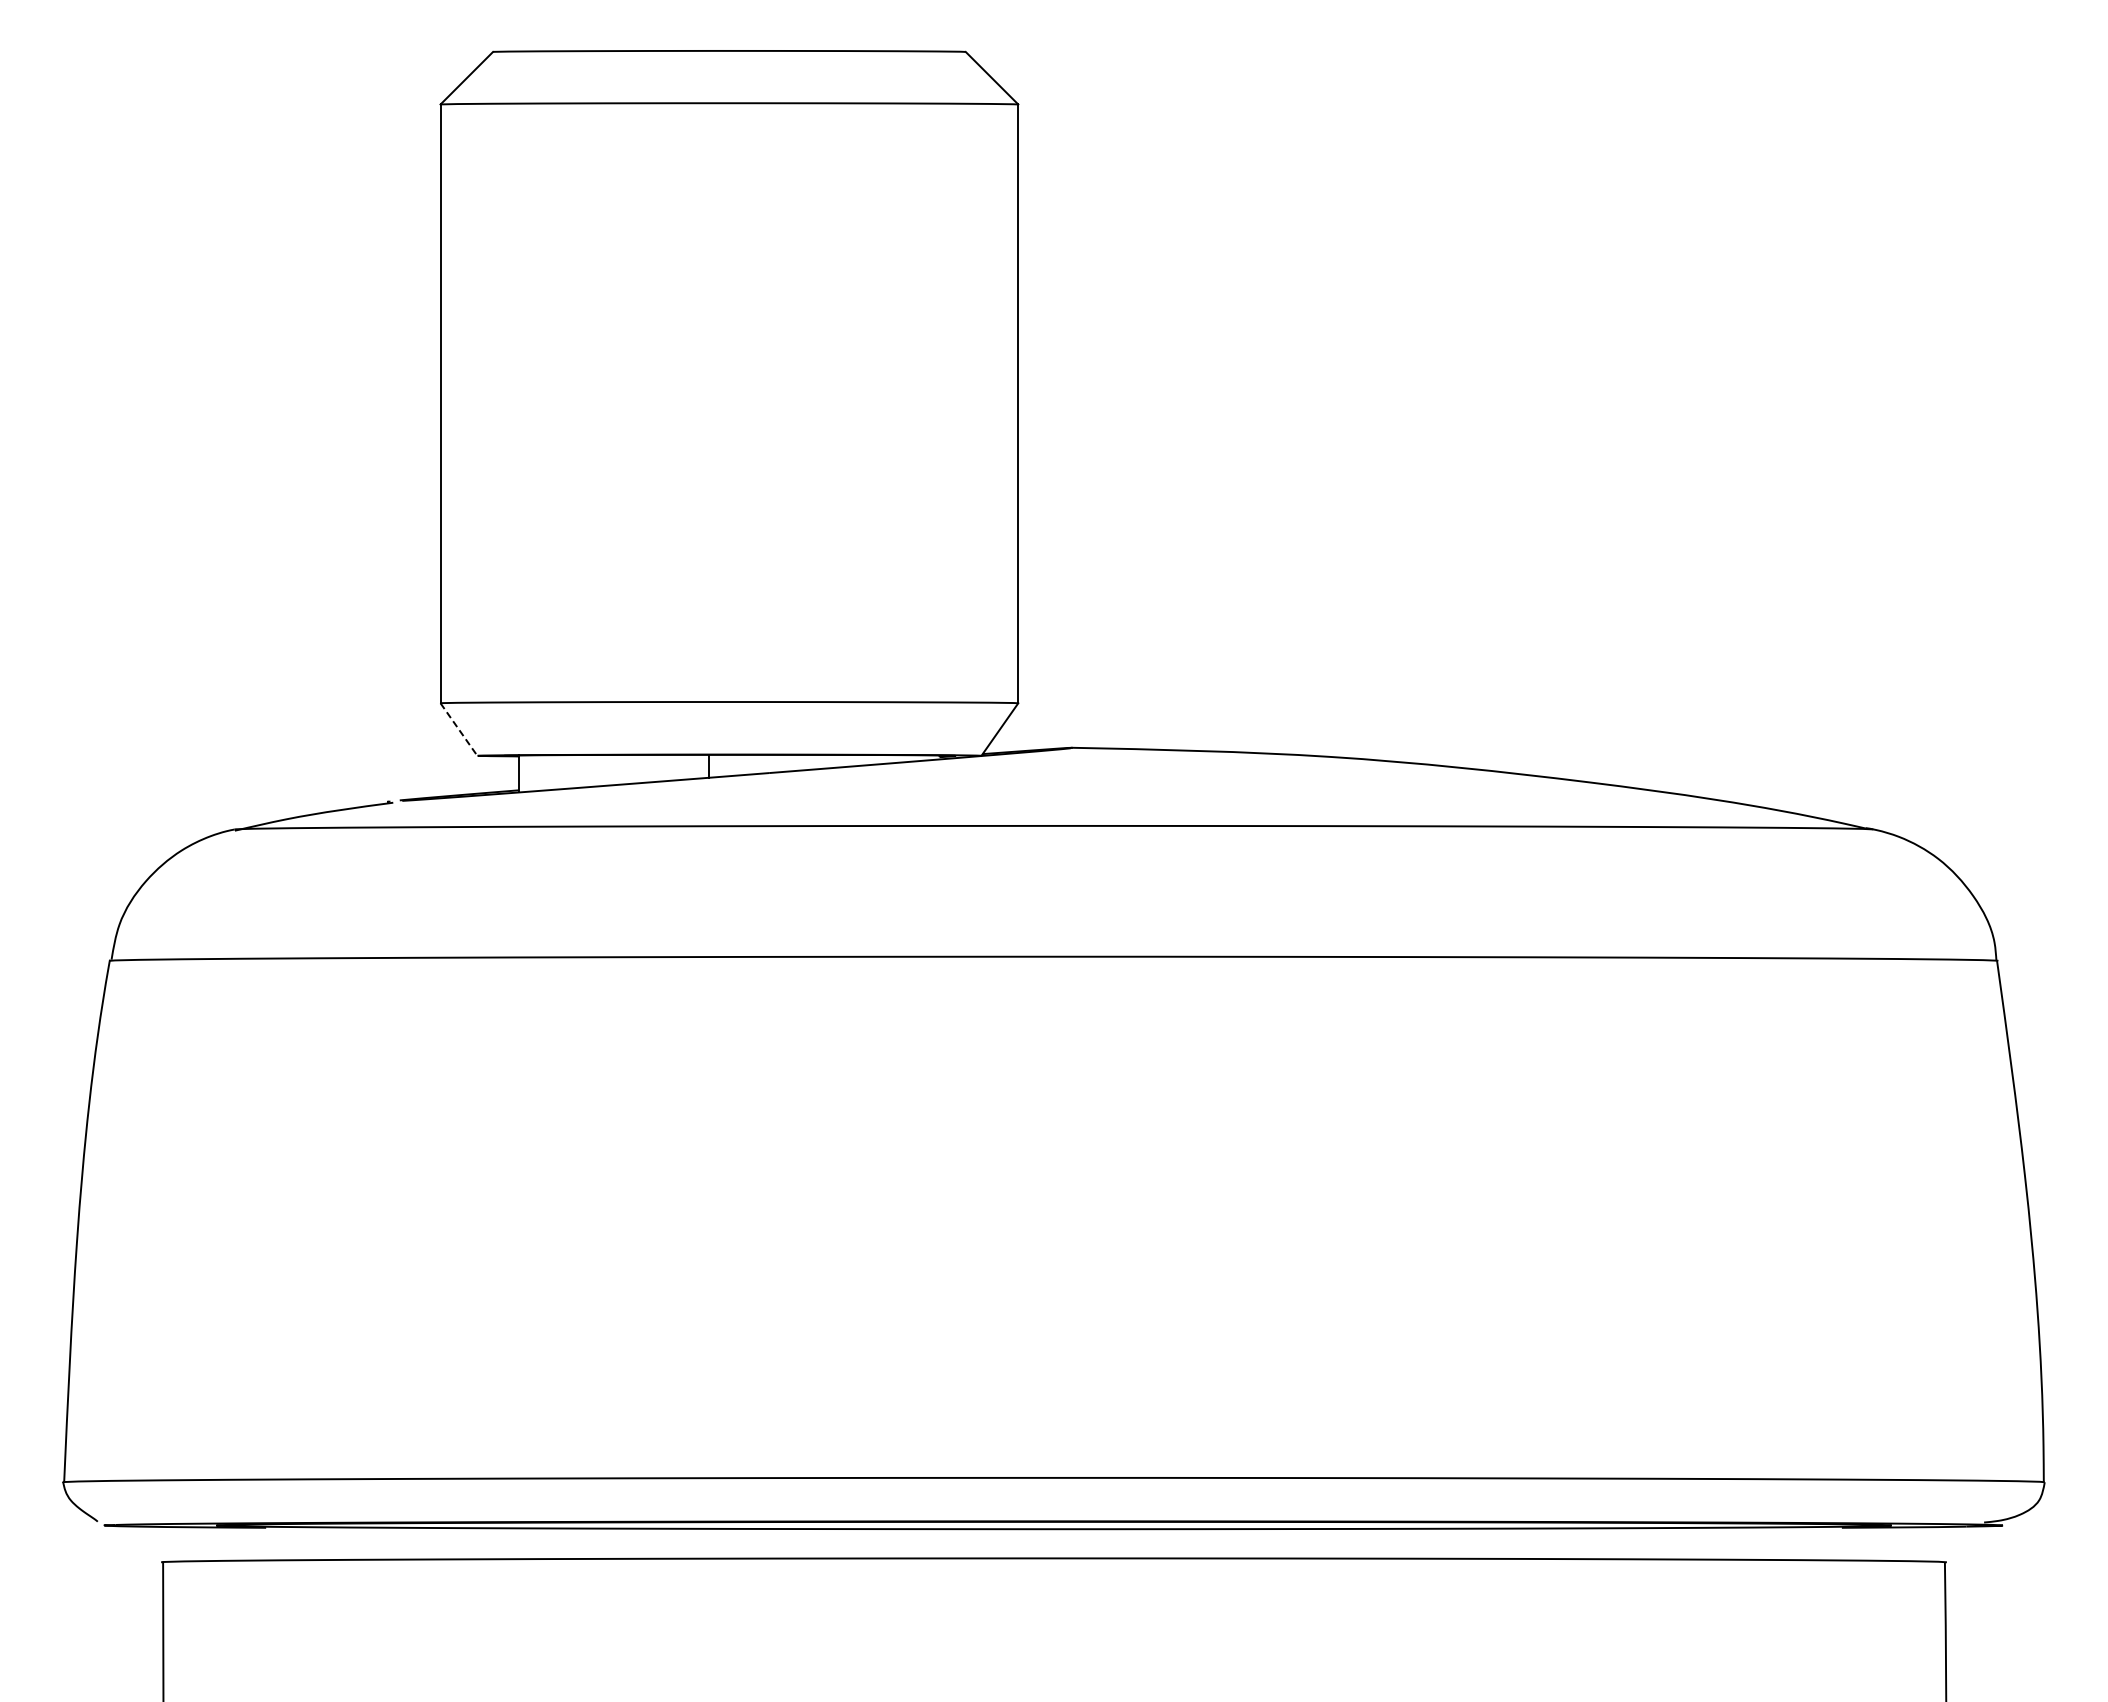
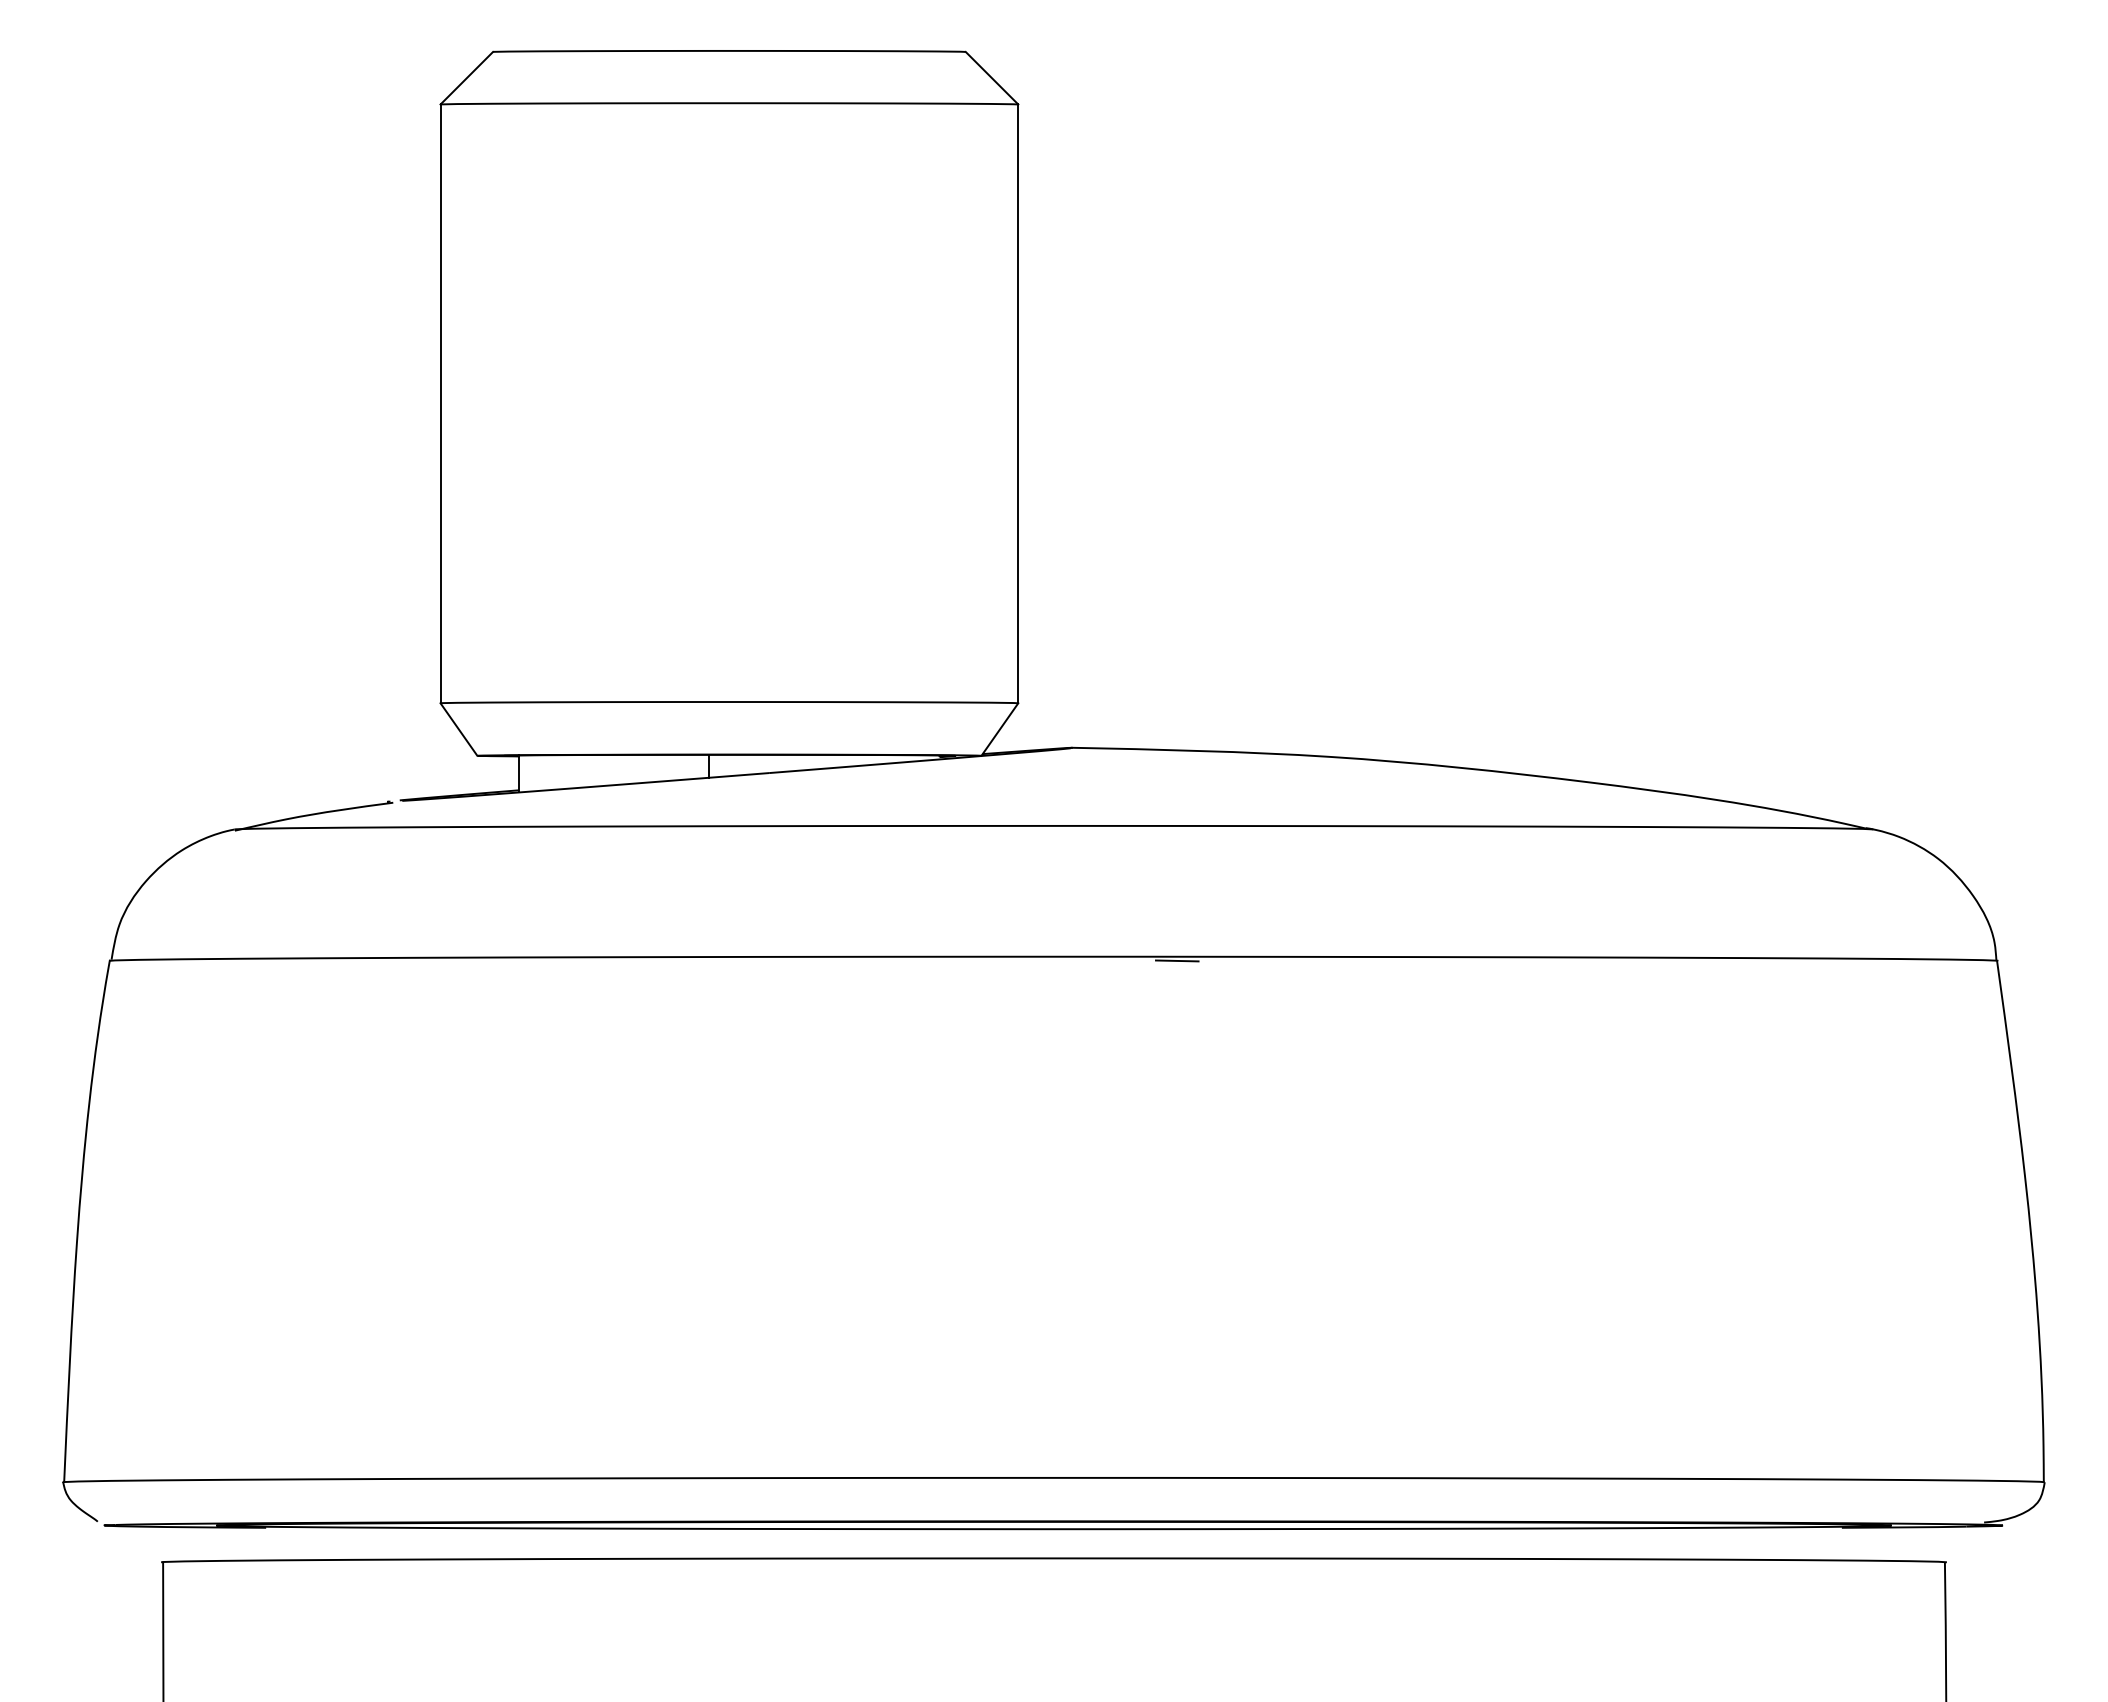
line at (459, 729): dashed -> solid
line at (1176, 960): none -> present
